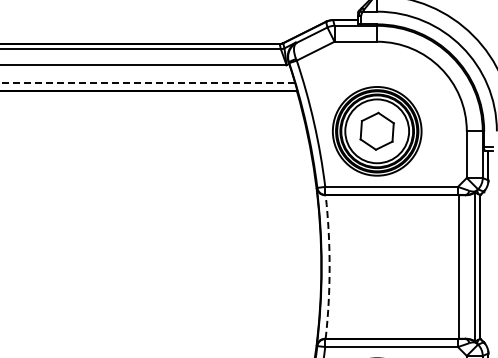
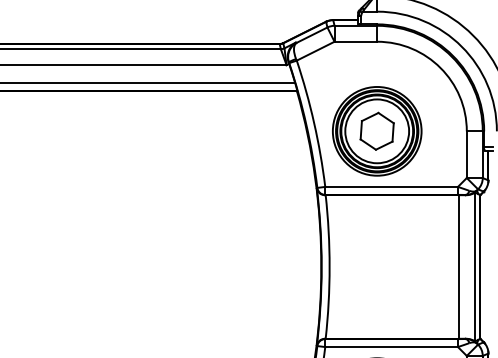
line at (147, 83): dashed -> solid
arc at (329, 266): dashed -> solid
